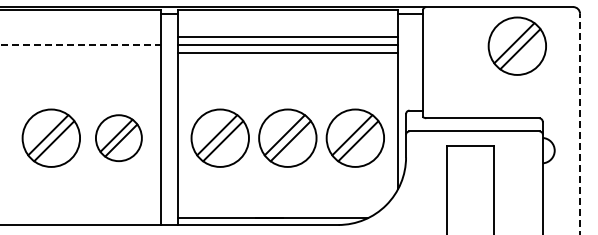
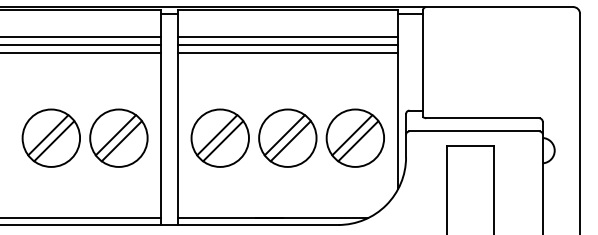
line at (81, 36): none -> present
line at (81, 45): dashed -> solid
part at (516, 45): present -> none
line at (81, 53): none -> present
line at (580, 123): dashed -> solid
part at (118, 137) size: 48x48 px -> 60x60 px
line at (81, 217): none -> present
